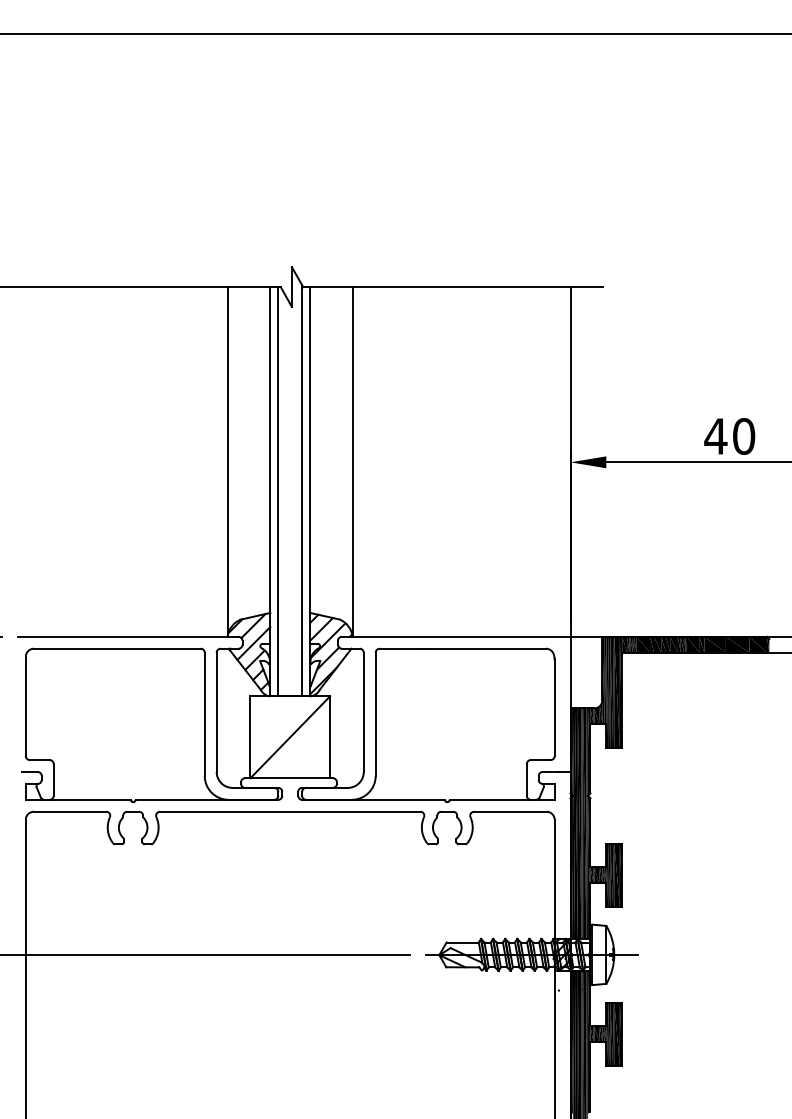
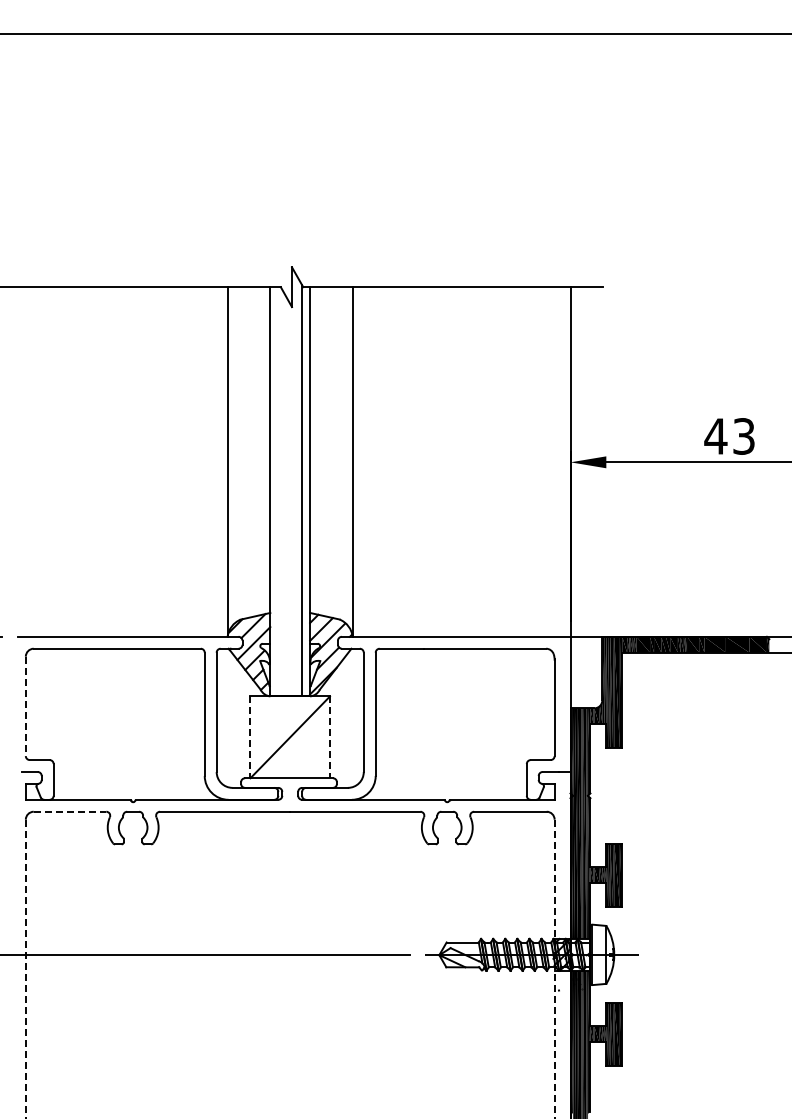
text at (744, 436): 40 -> 43
line at (278, 491): present -> none
line at (25, 706): solid -> dashed
line at (250, 737): solid -> dashed
line at (330, 737): solid -> dashed
line at (70, 811): solid -> dashed
line at (25, 969): solid -> dashed
line at (554, 969): solid -> dashed
